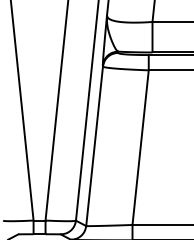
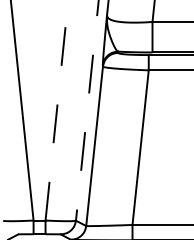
line at (56, 110): solid -> dashed
line at (87, 110): solid -> dashed
